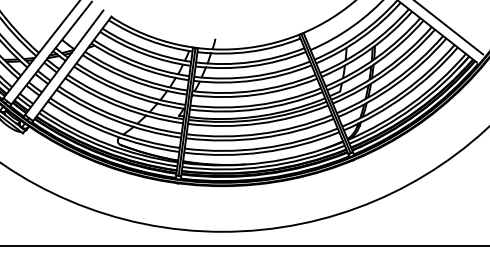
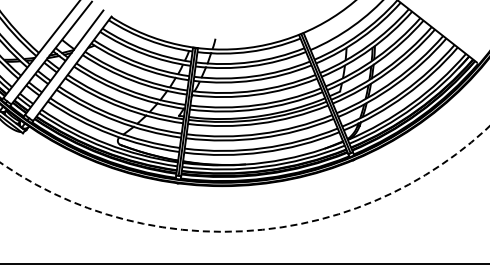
line at (449, 28): present -> none
circle at (244, 178): solid -> dashed
line at (244, 245) position: (244, 245) -> (244, 263)
